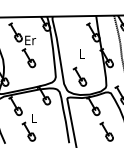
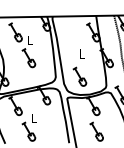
text at (30, 40): Er -> L
part at (106, 131) position: (106, 131) -> (96, 131)
